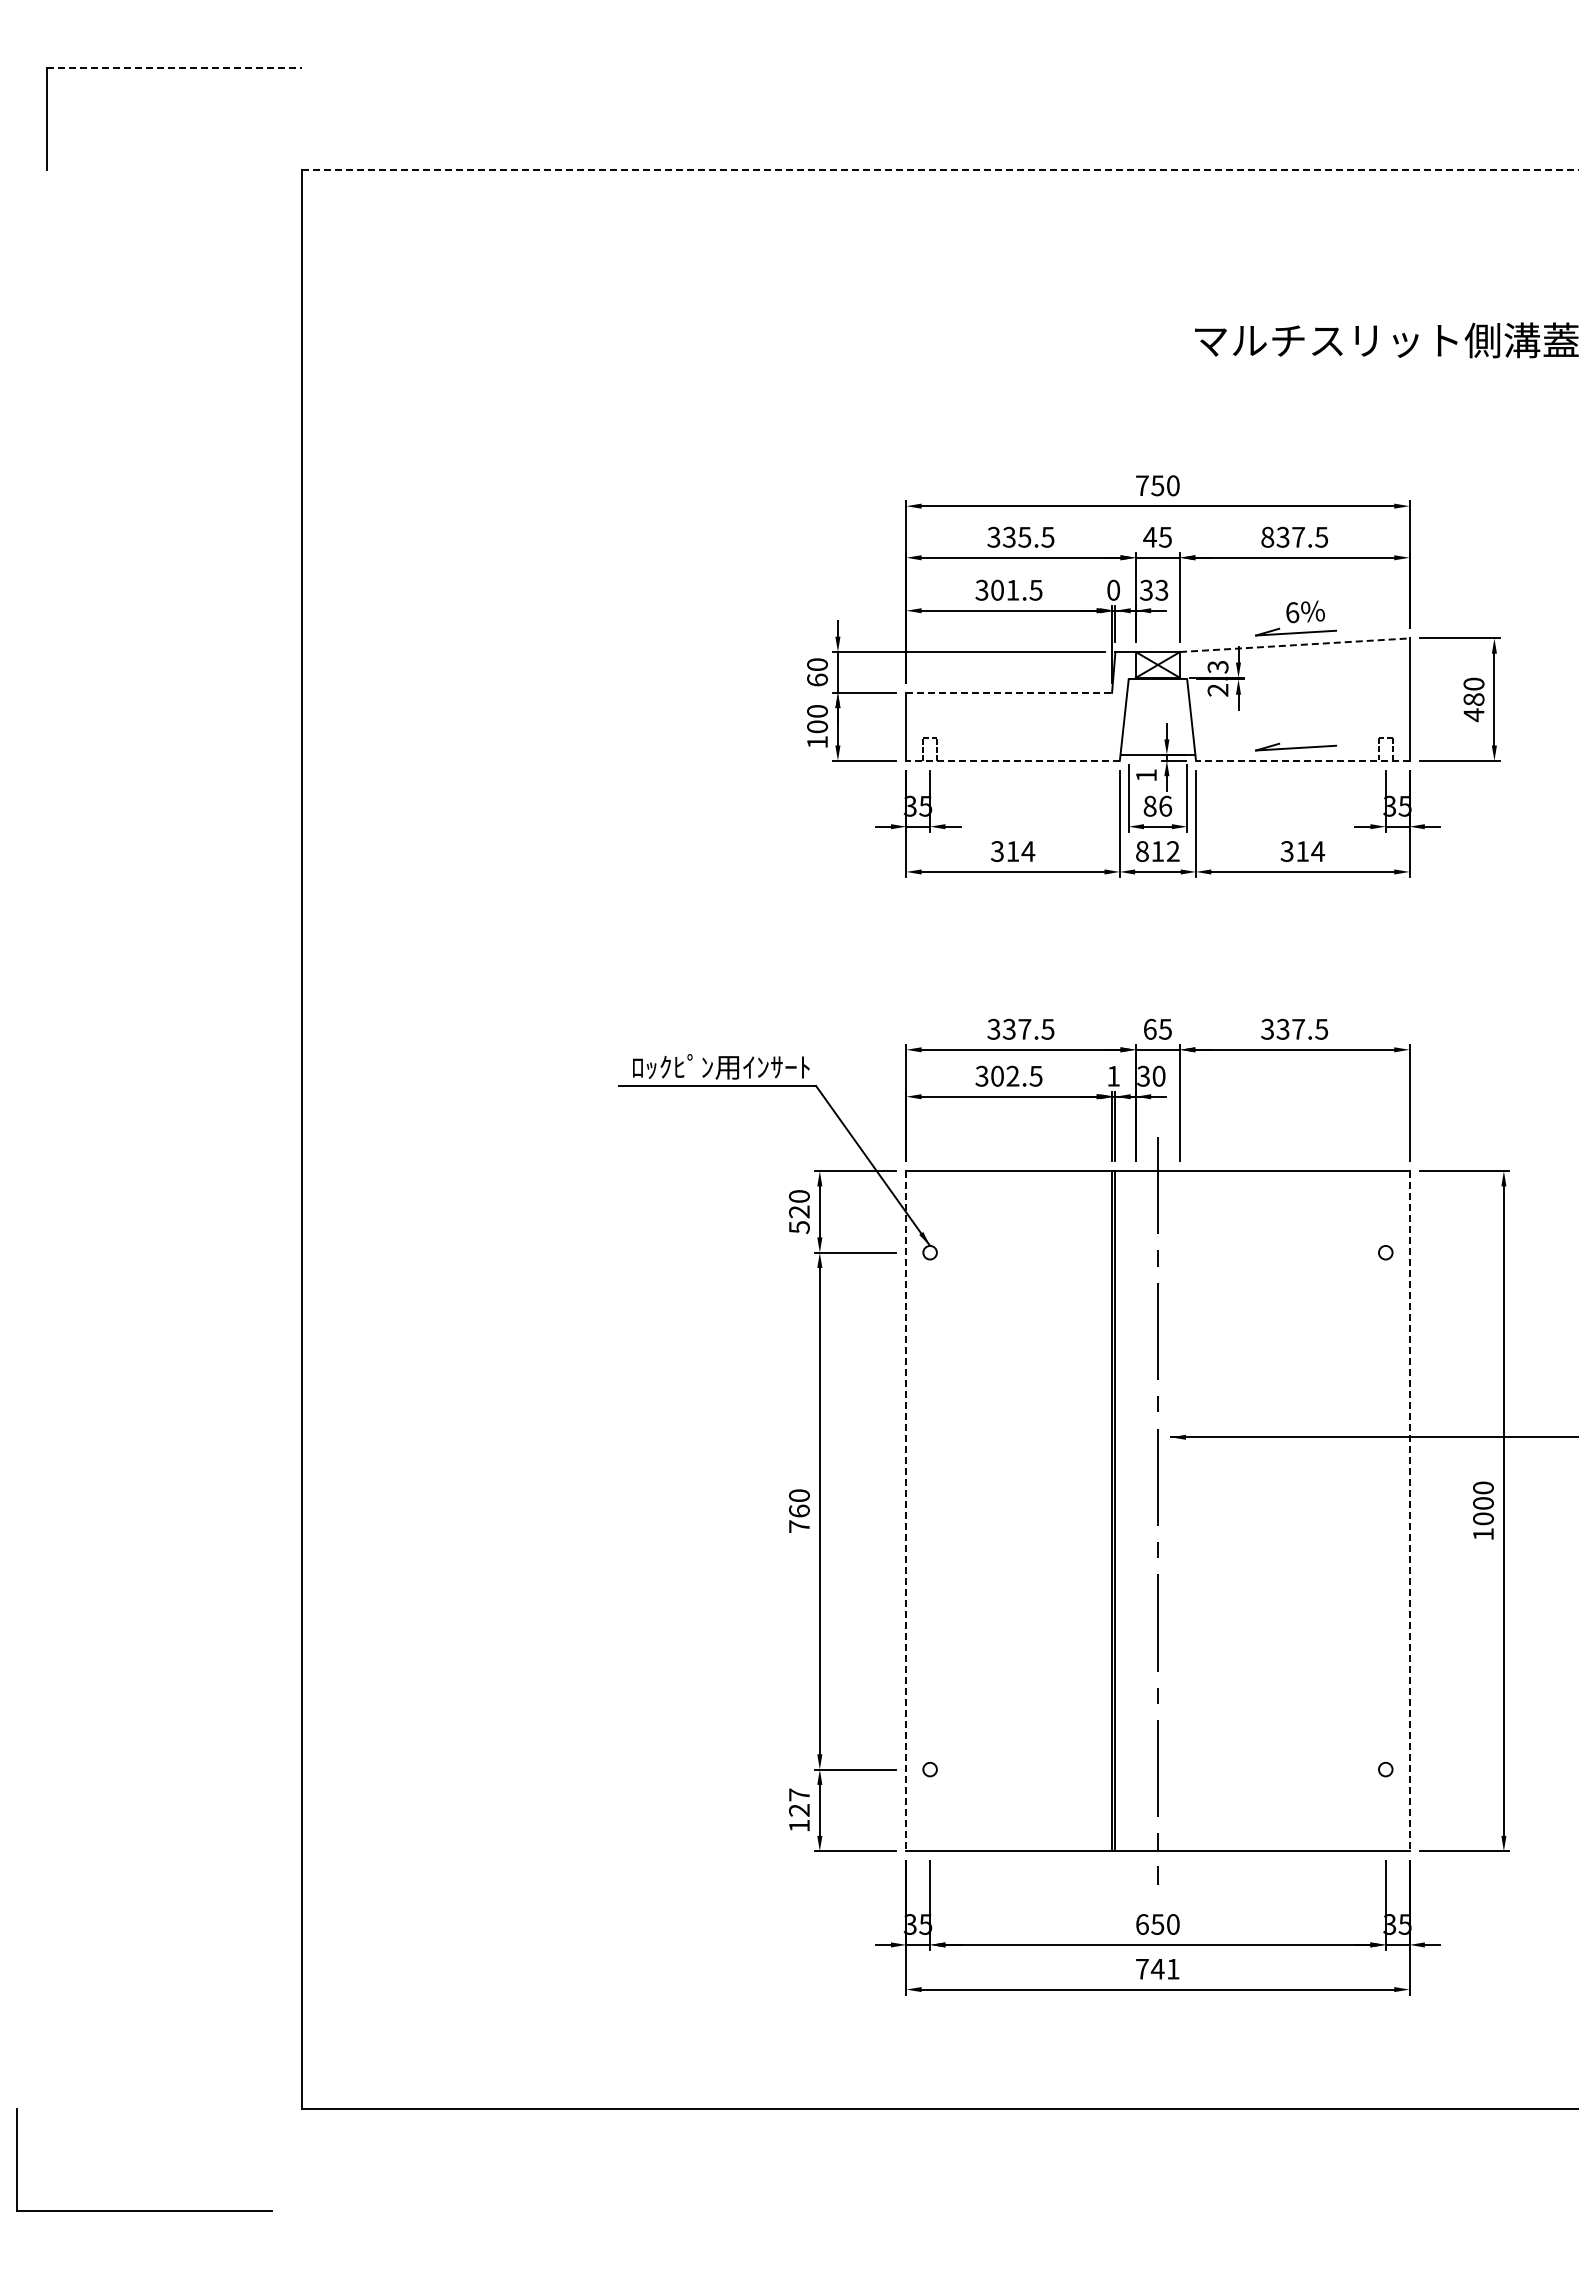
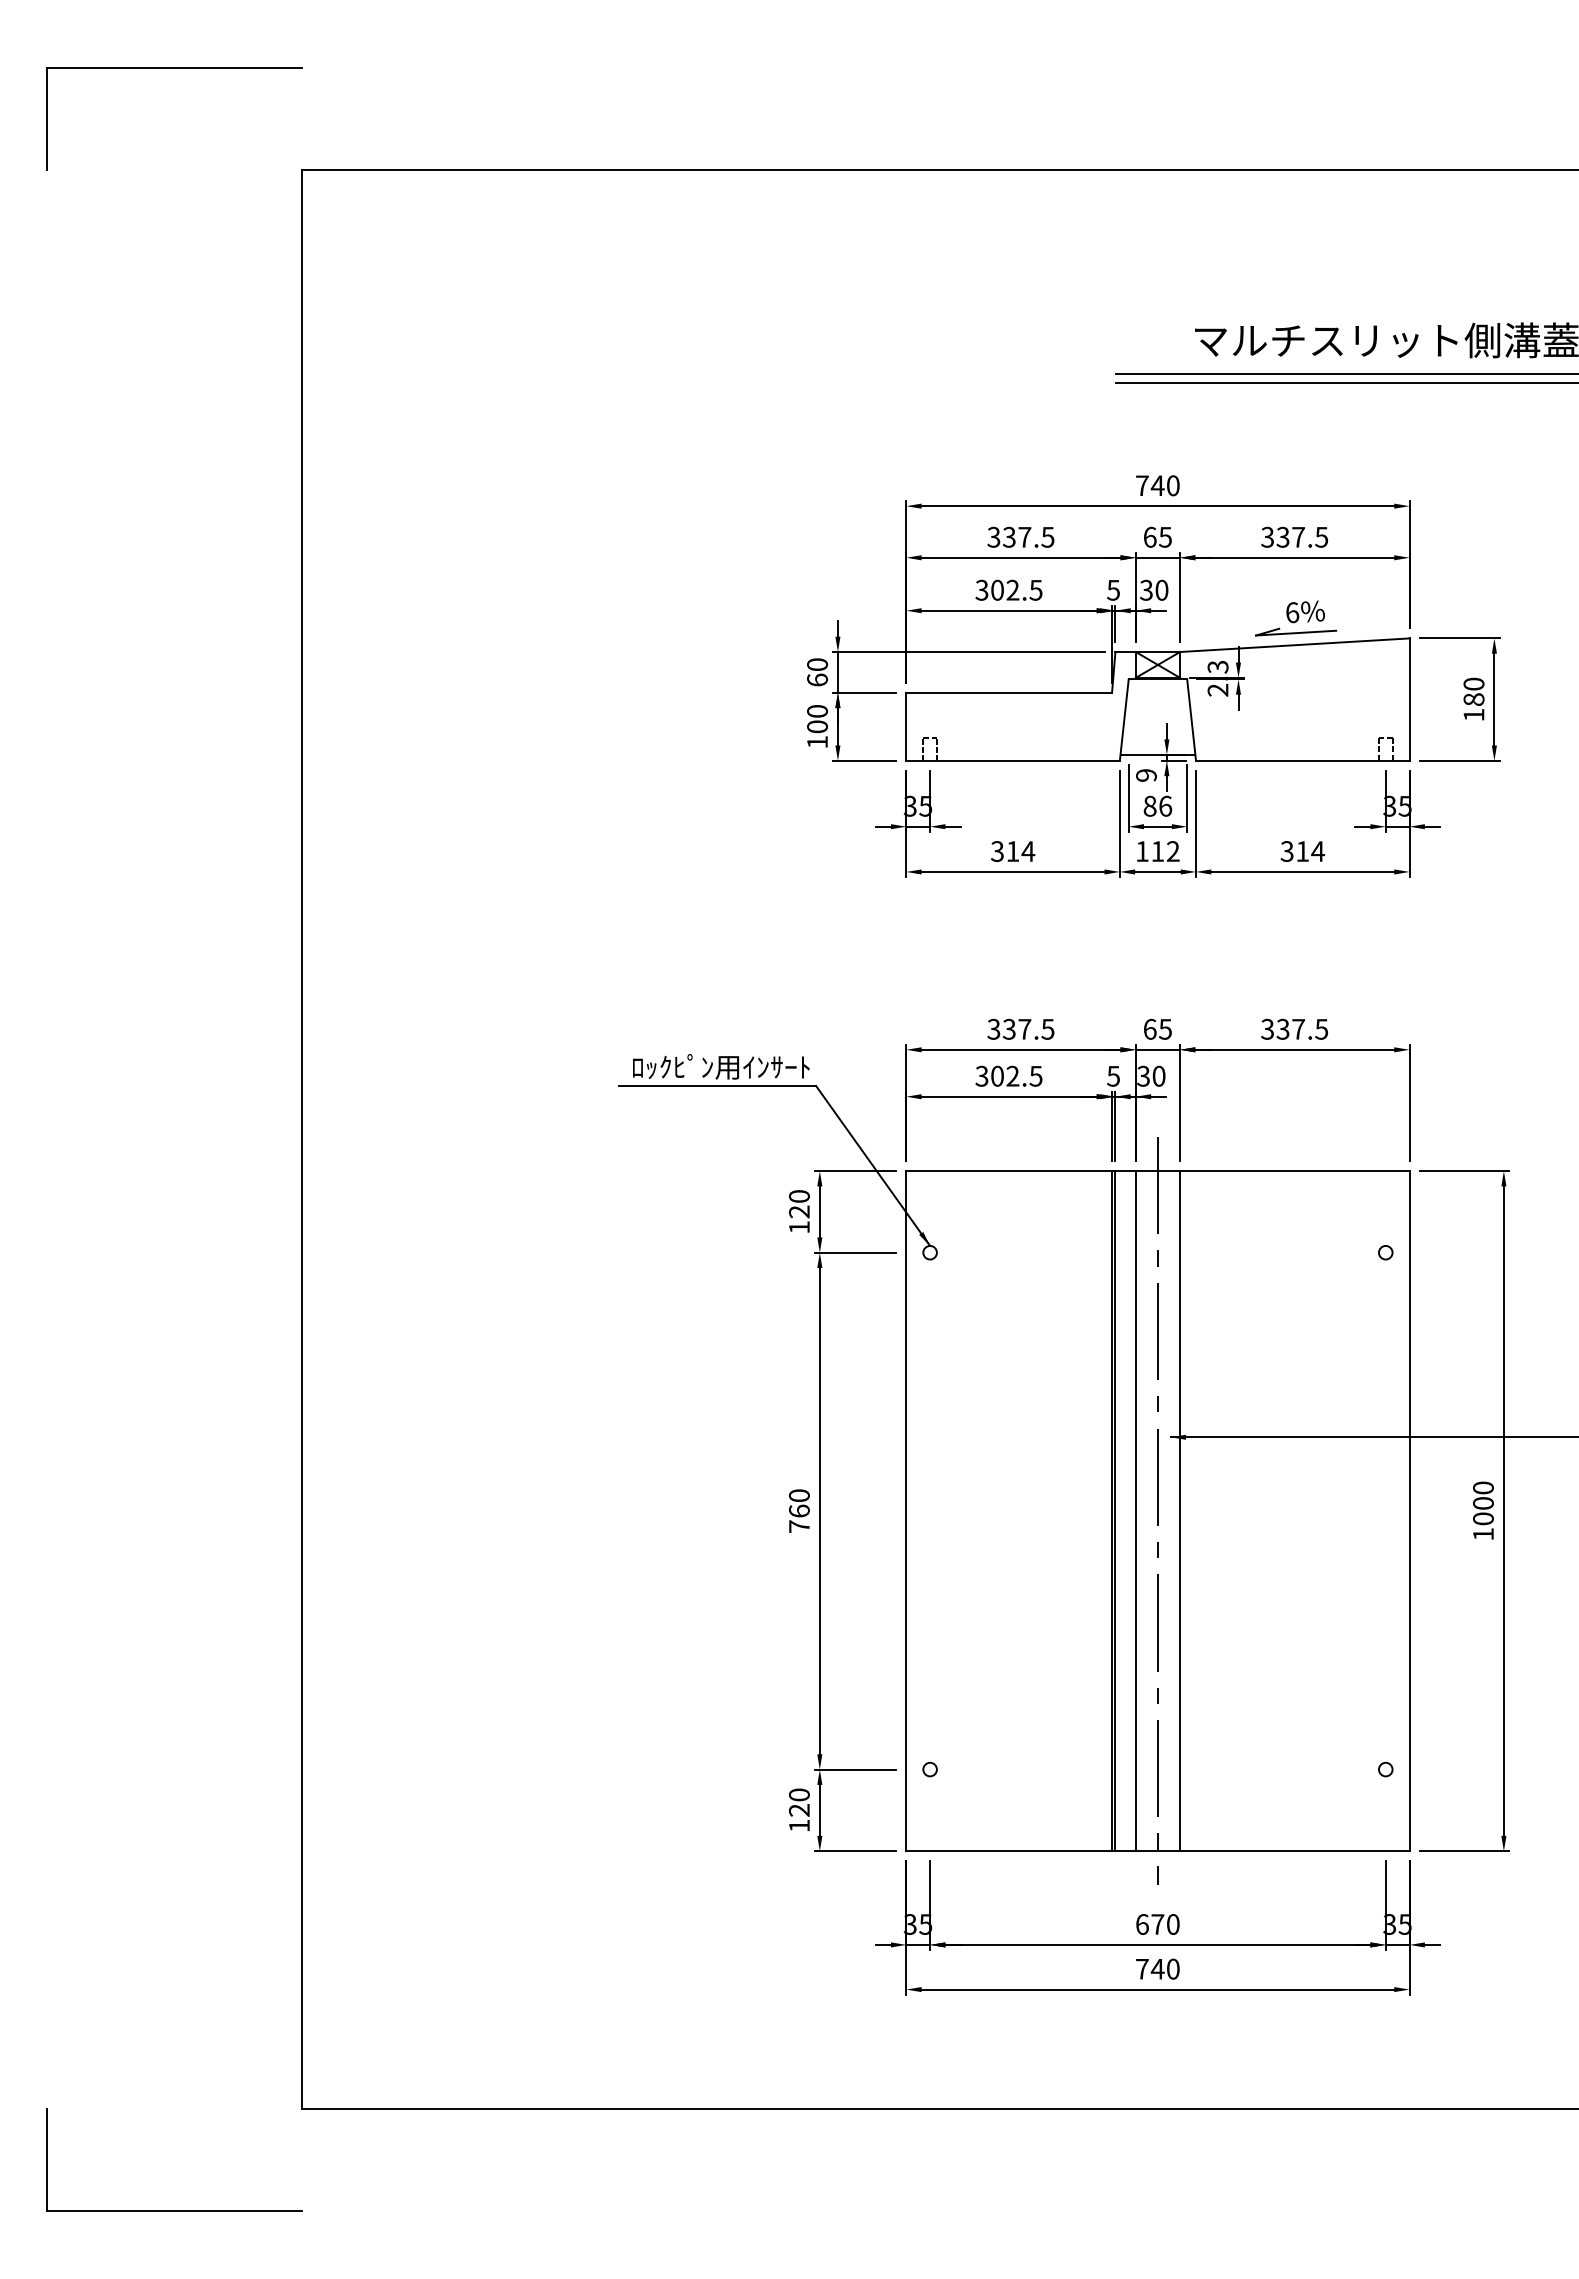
line at (174, 68): dashed -> solid
line at (940, 170): dashed -> solid
line at (1345, 374): none -> present
line at (1345, 382): none -> present
text at (1157, 485): 750 -> 740
text at (1149, 536): 45 -> 65
text at (1267, 536): 837.5 -> 337.5
text at (1024, 537): 335.5 -> 337.5
text at (1012, 589): 301.5 -> 302.5
text at (1113, 589): 0 -> 5
text at (1161, 590): 33 -> 30
line at (1294, 645): dashed -> solid
line at (1009, 692): dashed -> solid
text at (1473, 715): 480 -> 180
part at (1295, 746): present -> none
line at (1013, 760): dashed -> solid
line at (1302, 760): dashed -> solid
text at (1146, 775): 1 -> 9
text at (1142, 851): 812 -> 112
text at (1113, 1076): 1 -> 5
text at (799, 1227): 520 -> 120
line at (906, 1511): dashed -> solid
line at (1135, 1511): none -> present
line at (1180, 1511): none -> present
line at (1409, 1511): dashed -> solid
text at (799, 1794): 127 -> 120
text at (1157, 1924): 650 -> 670
text at (1173, 1968): 741 -> 740
part at (144, 2210) position: (144, 2210) -> (174, 2210)
